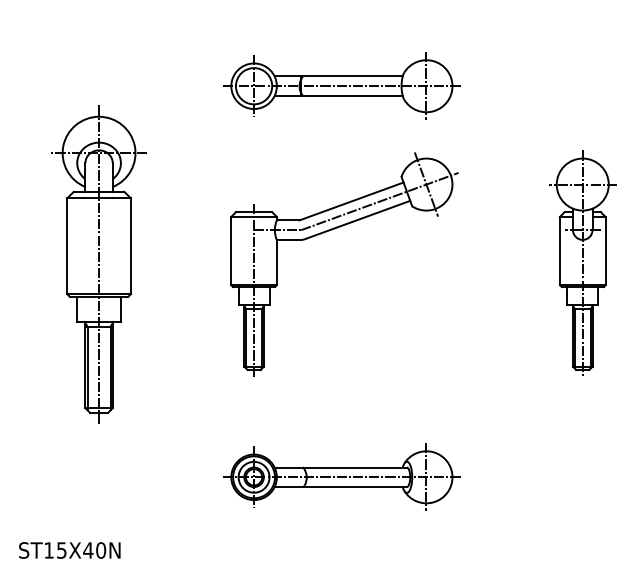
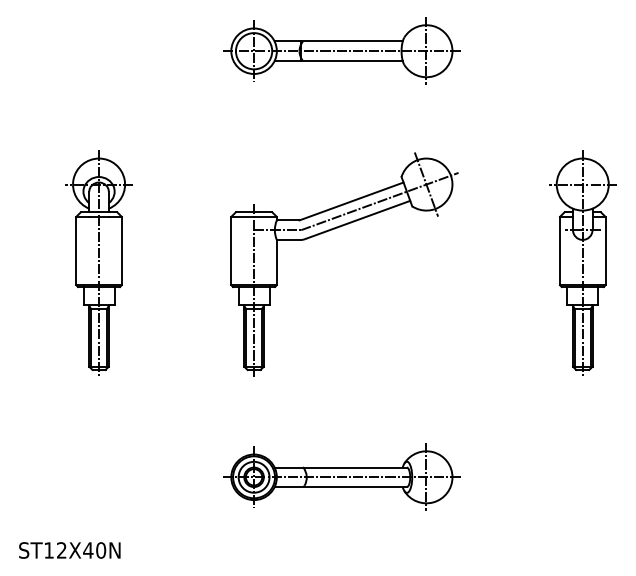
part at (341, 85) position: (341, 85) -> (341, 50)
part at (98, 264) size: 96x319 px -> 68x226 px
text at (61, 550): ST15X40N -> ST12X40N
